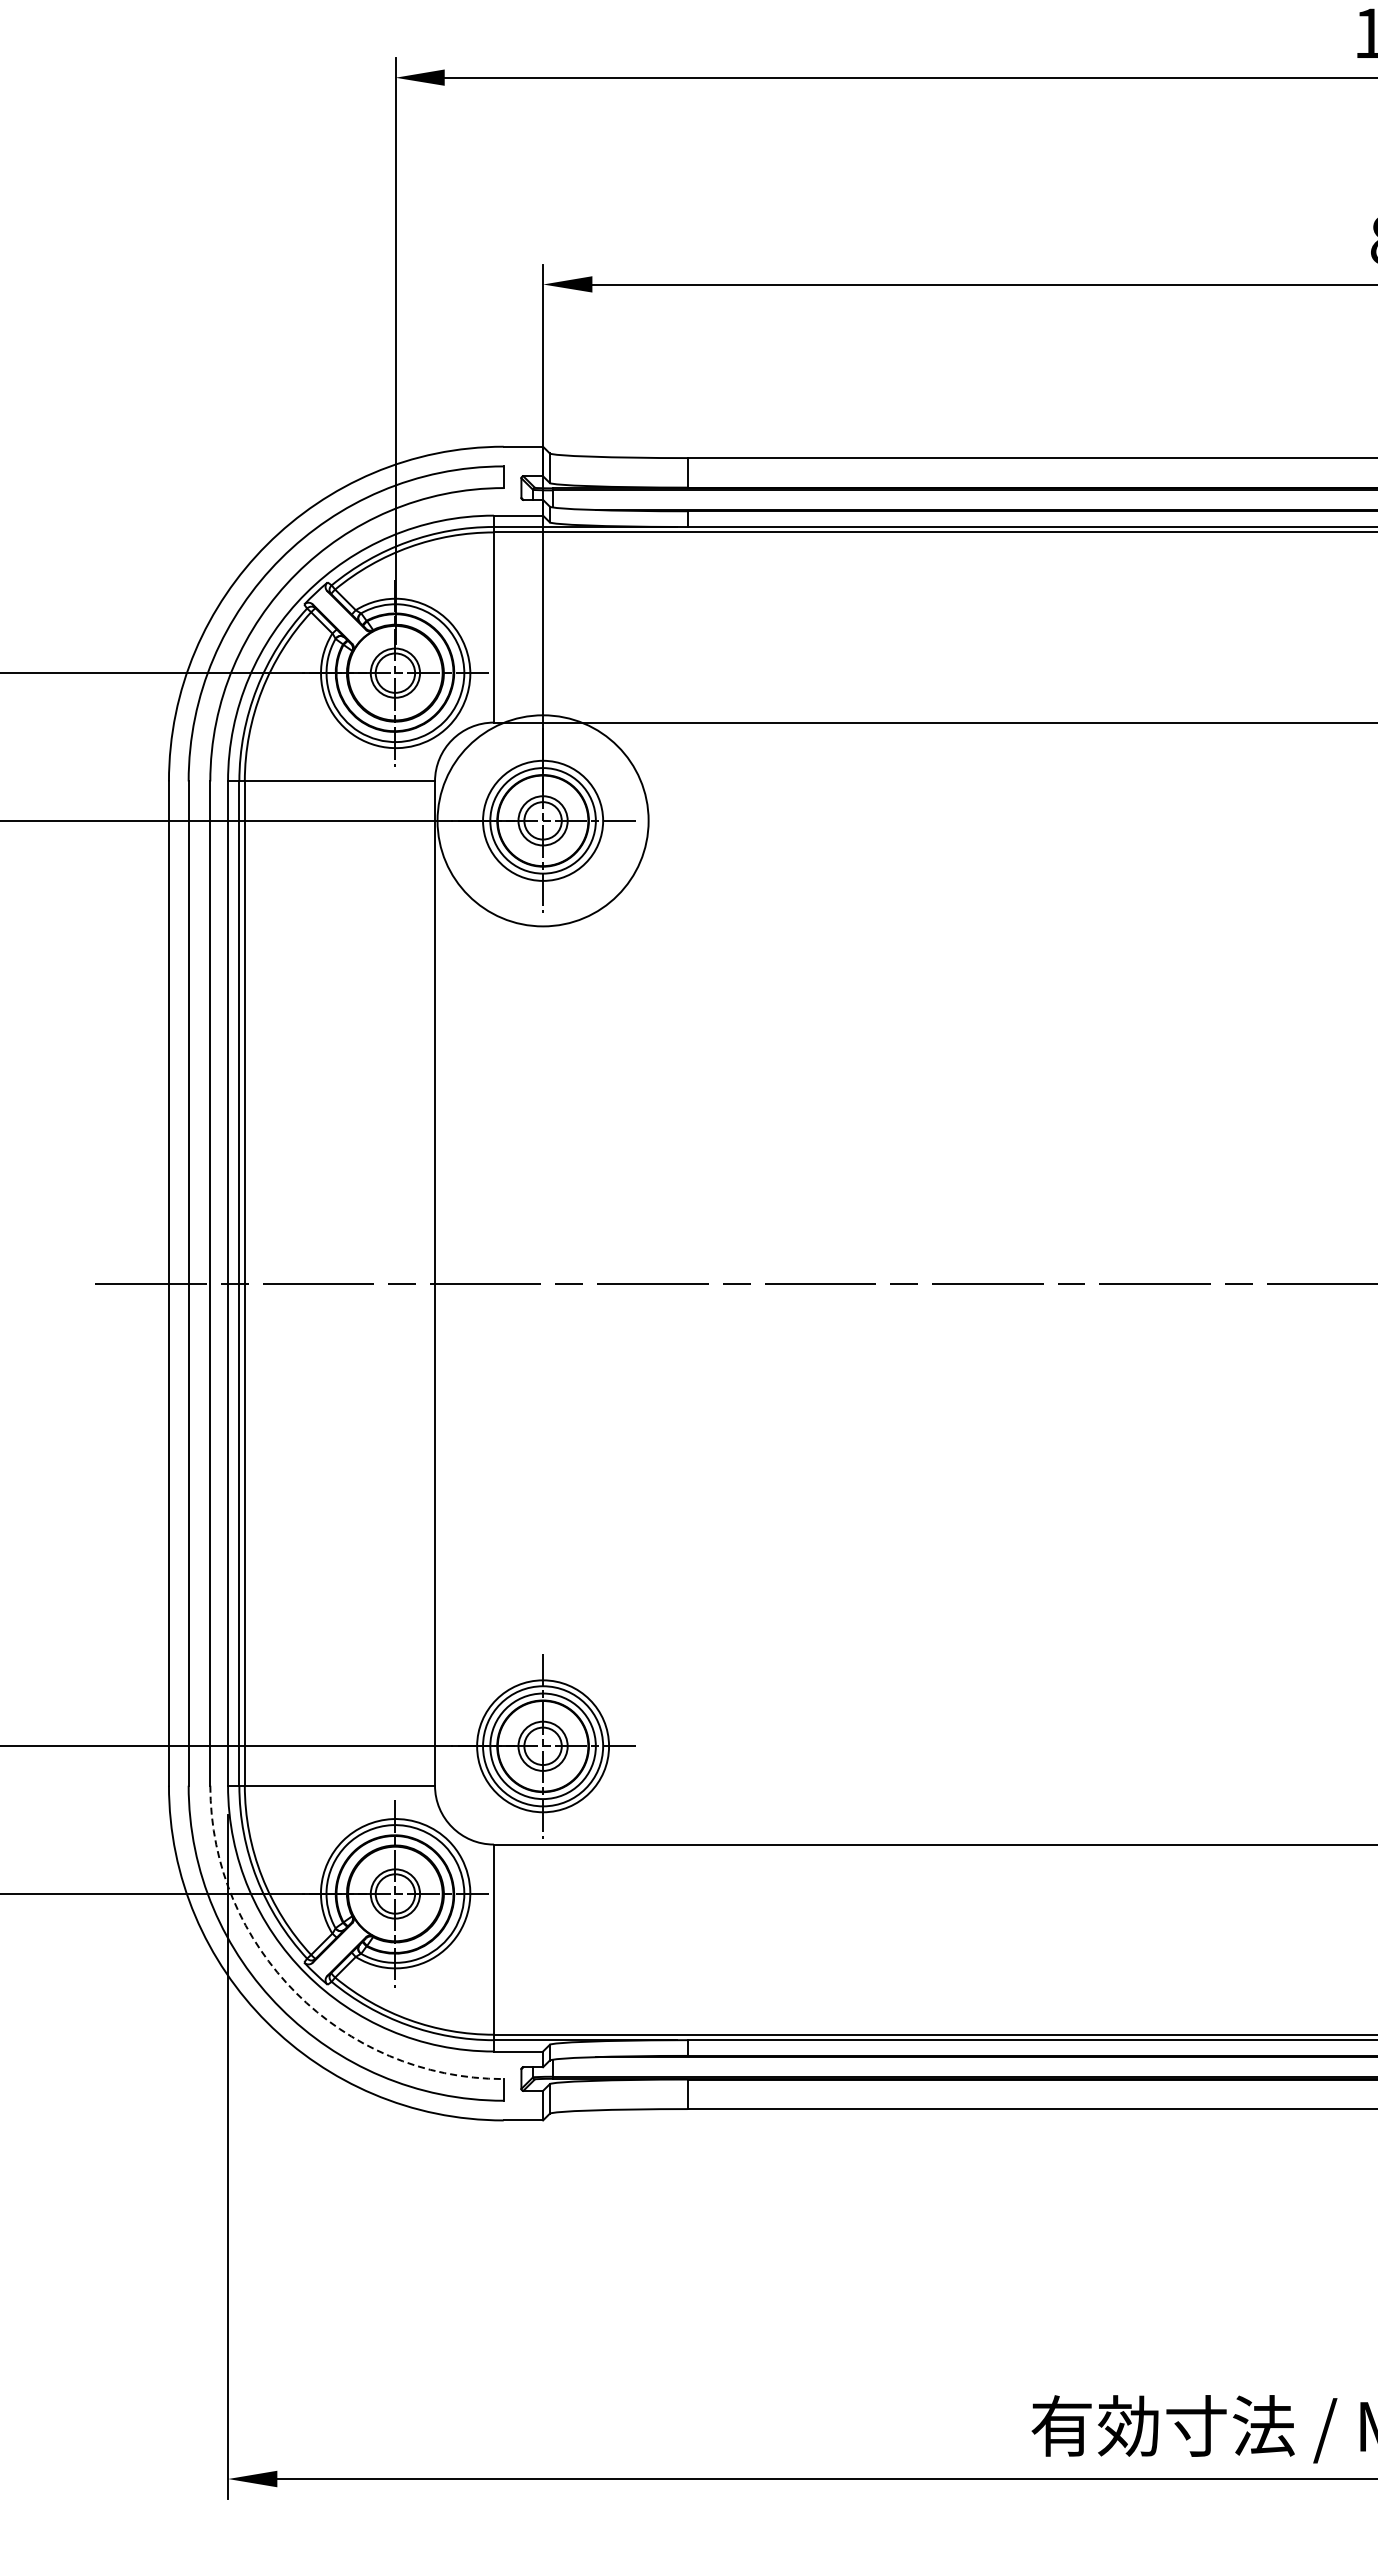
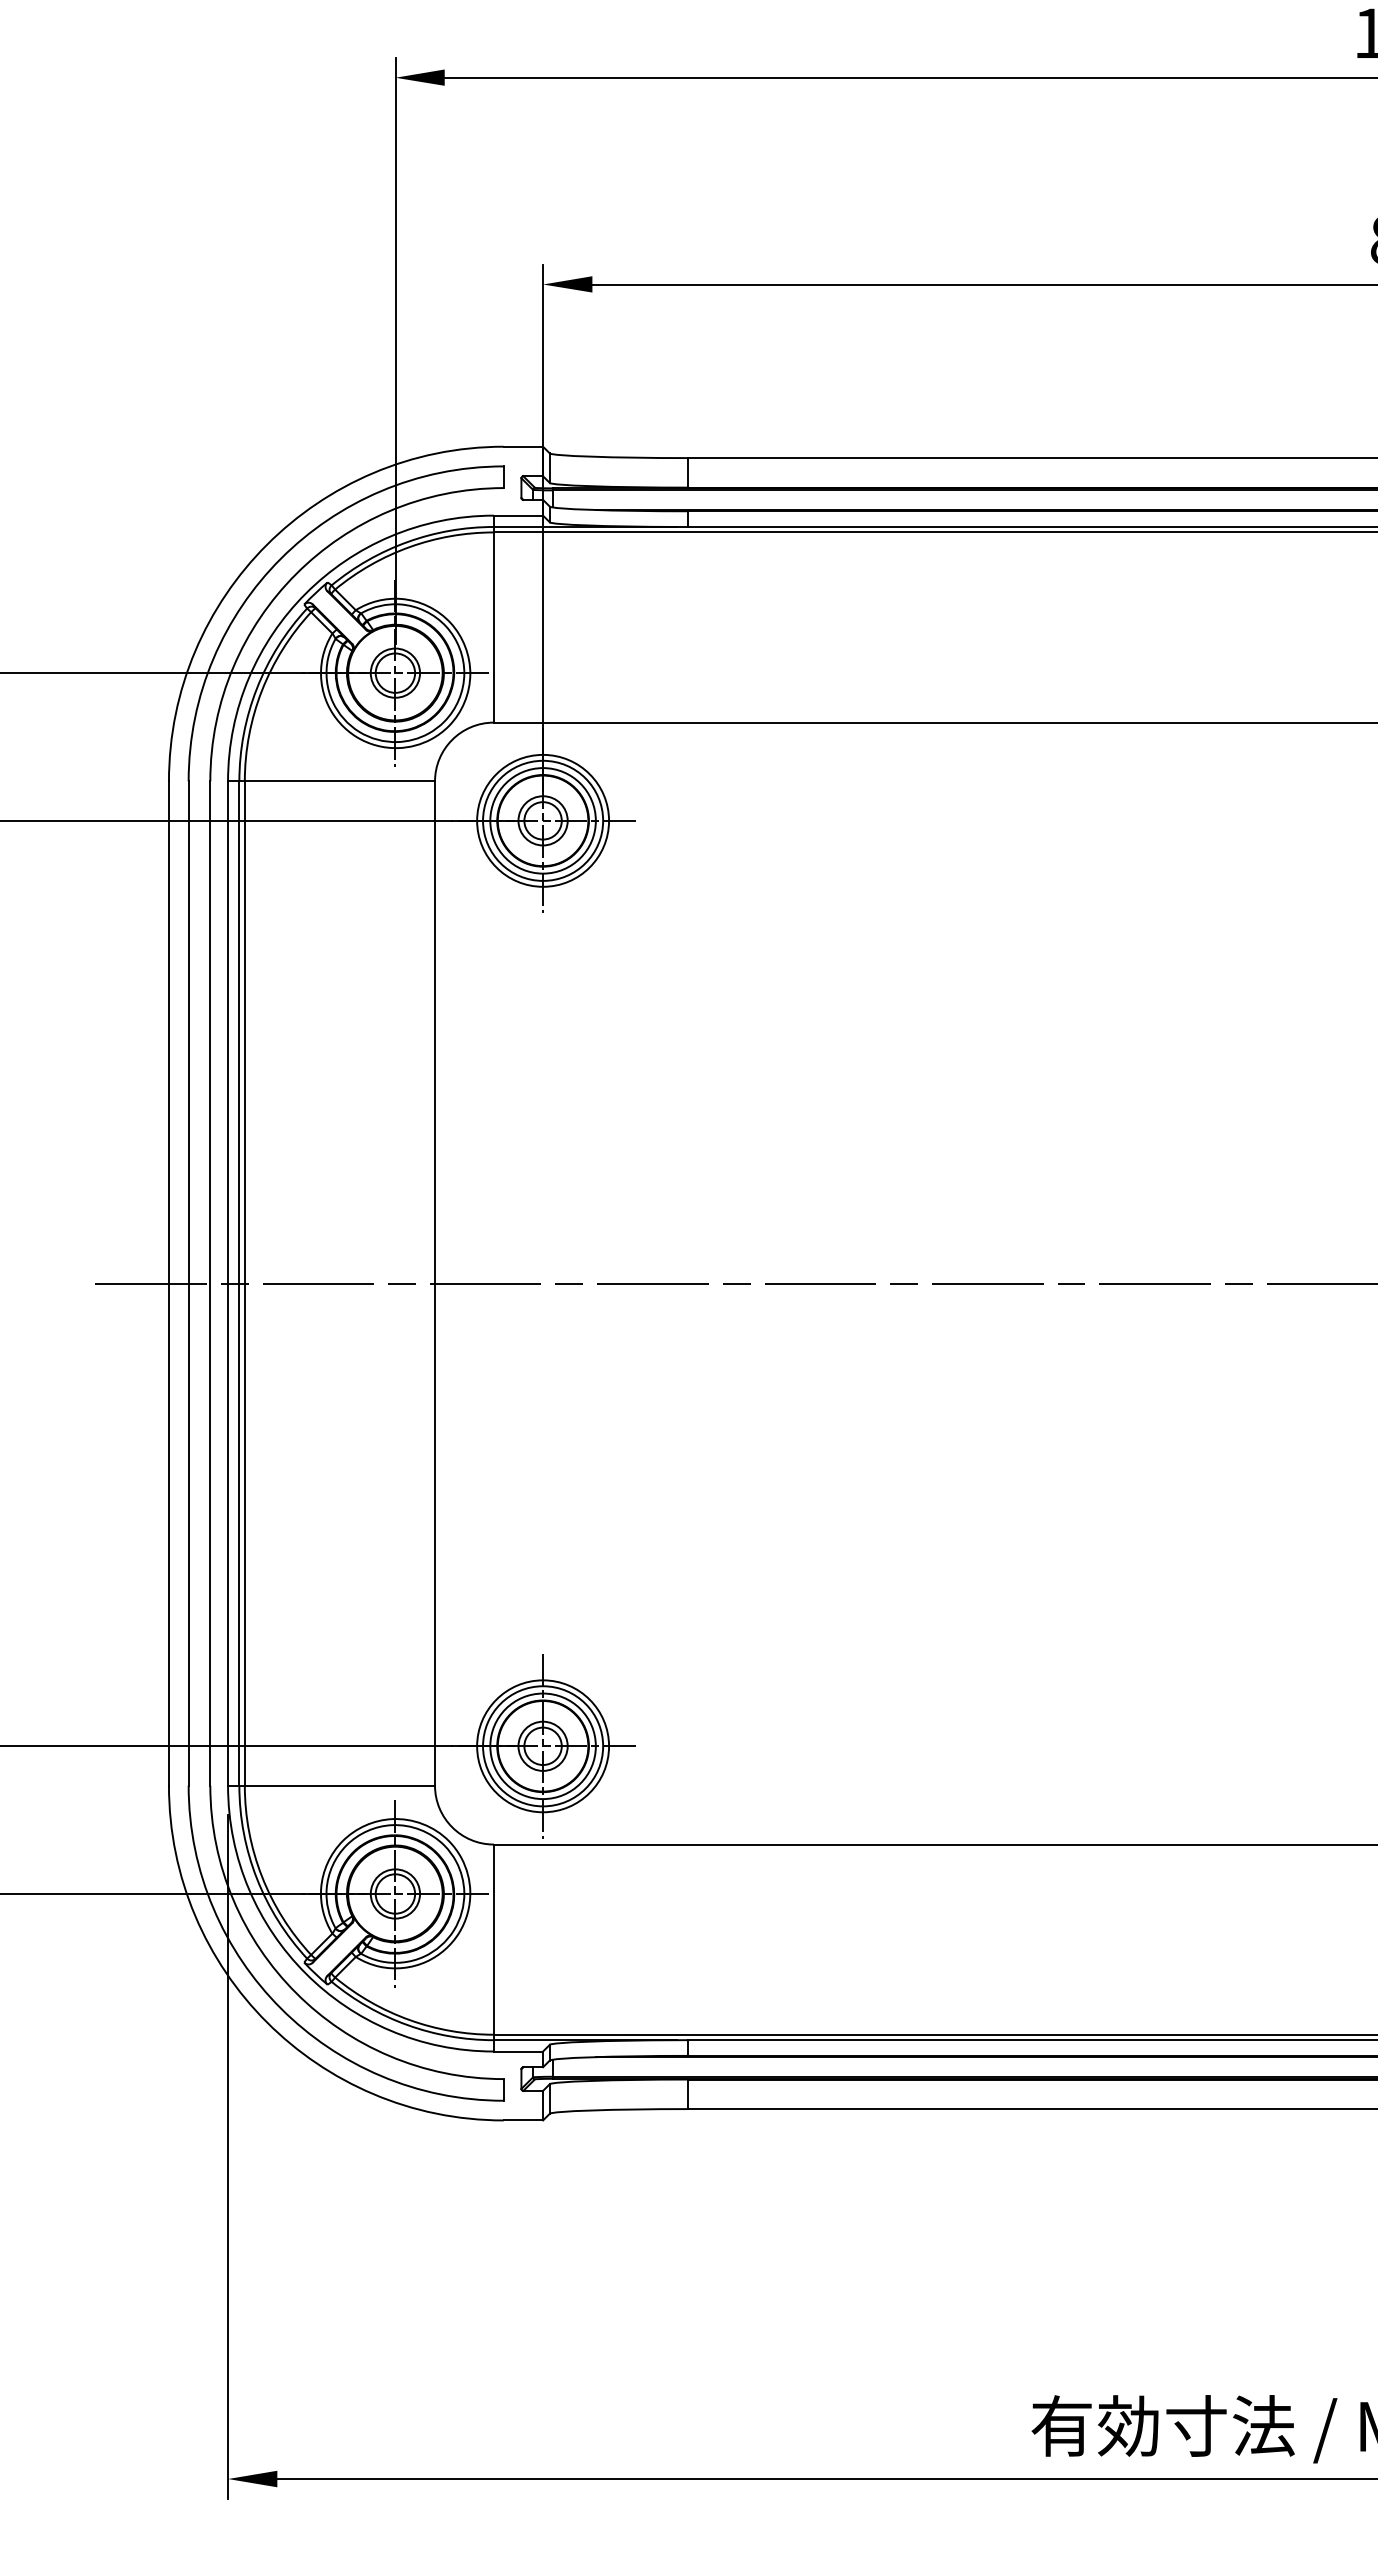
circle at (542, 820) diameter: 211 px -> 132 px
arc at (296, 1993): dashed -> solid
